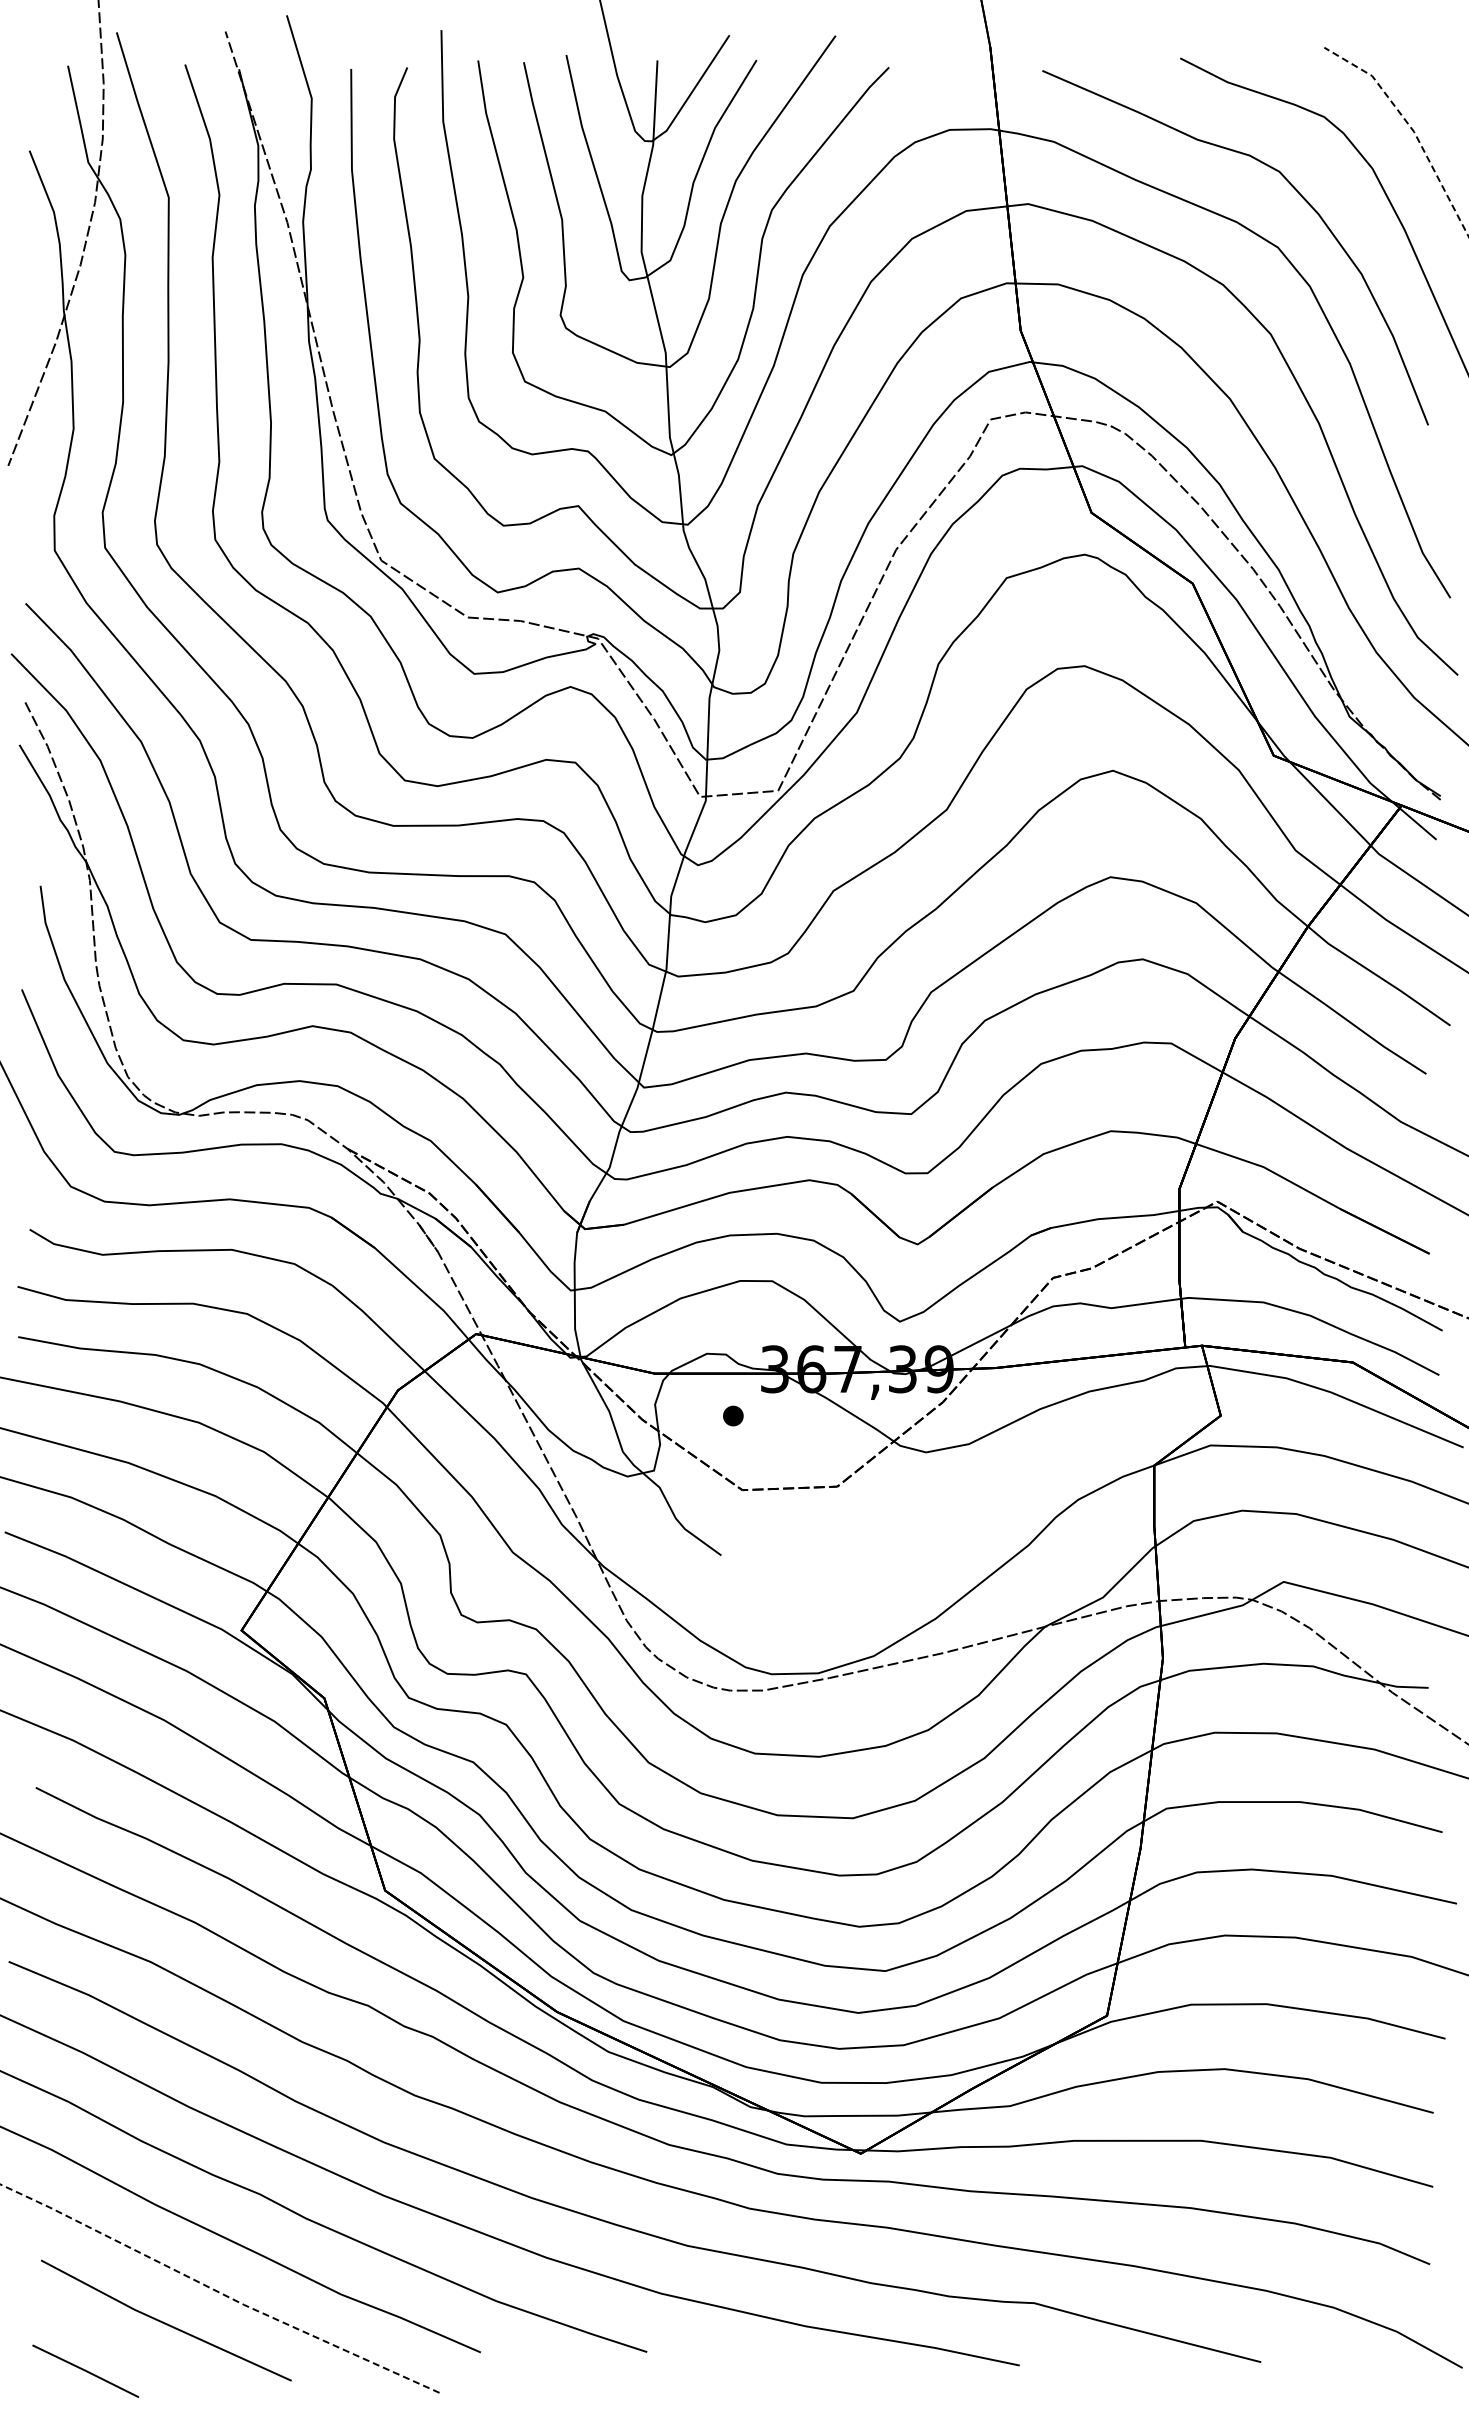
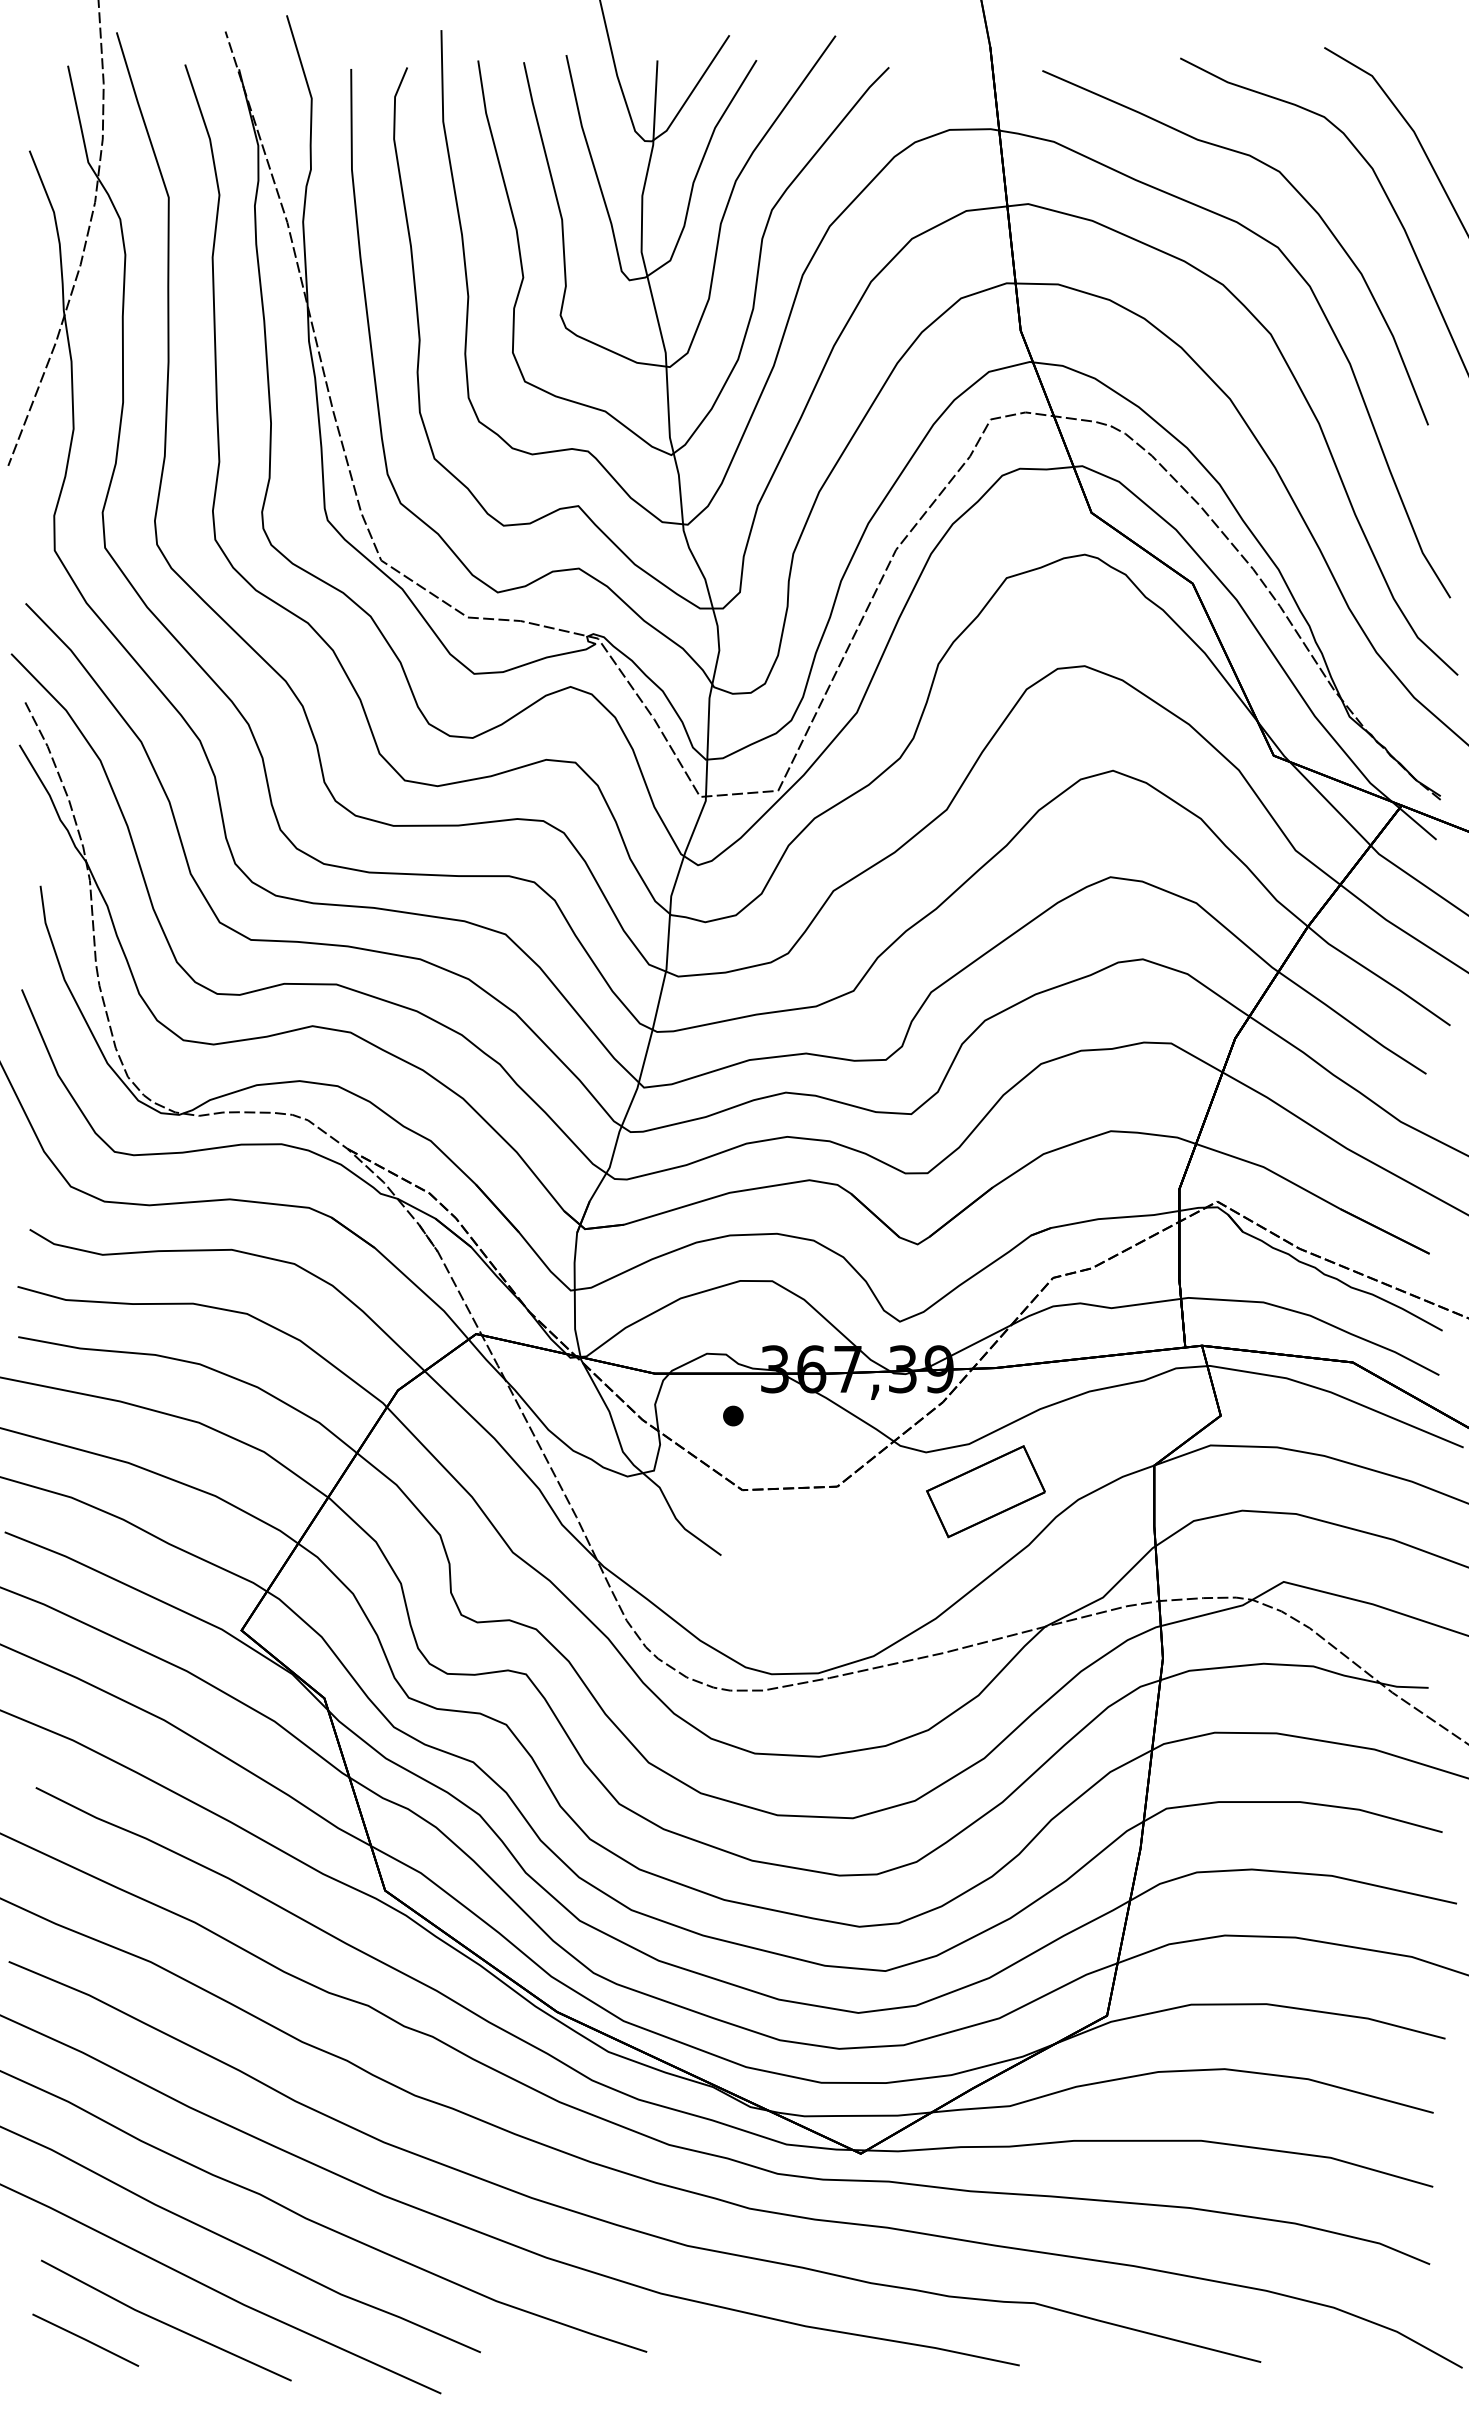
line at (1411, 128): dashed -> solid
part at (985, 1491): none -> present
line at (219, 2292): dashed -> solid
line at (85, 2370) position: (85, 2370) -> (85, 2339)
